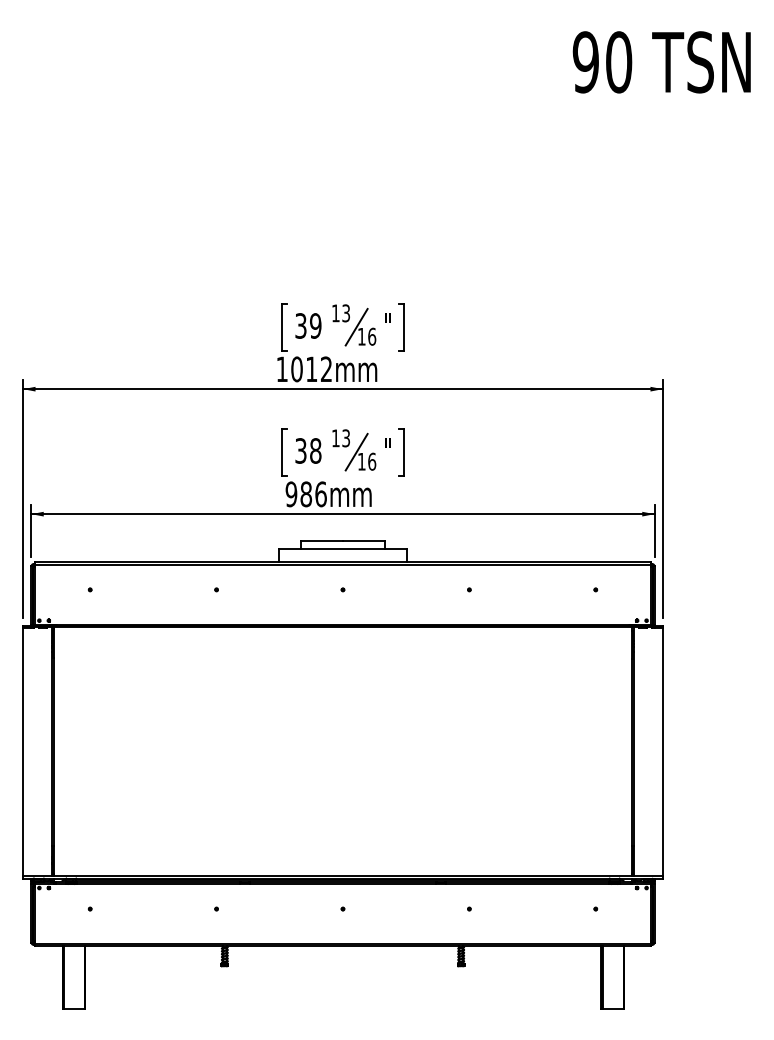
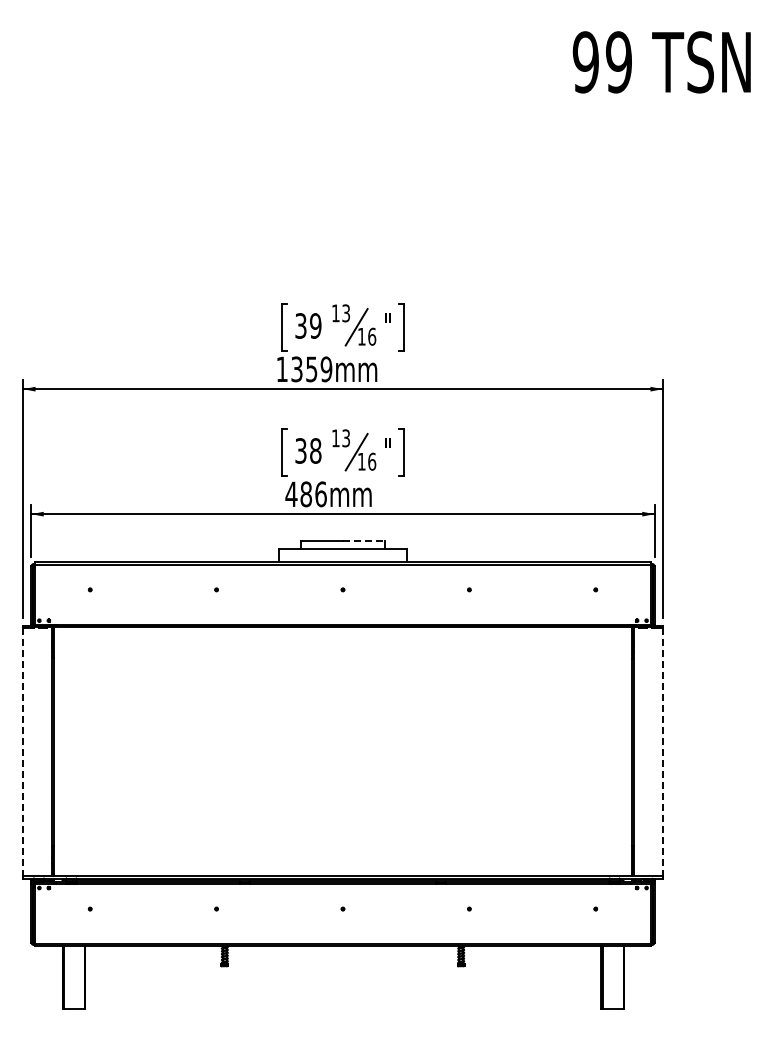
text at (619, 62): 90 -> 99
text at (311, 369): 1012mm -> 1359mm
text at (291, 494): 986mm -> 486mm
line at (363, 540): solid -> dashed
line at (23, 752): solid -> dashed
line at (662, 752): solid -> dashed
